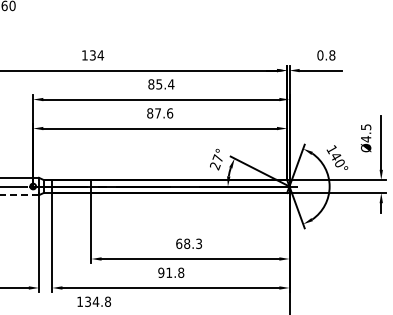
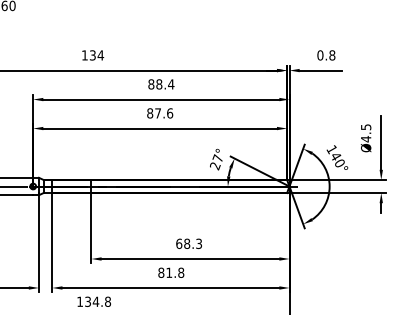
text at (159, 84): 85.4 -> 88.4
line at (17, 195): dashed -> solid
text at (161, 272): 91.8 -> 81.8
